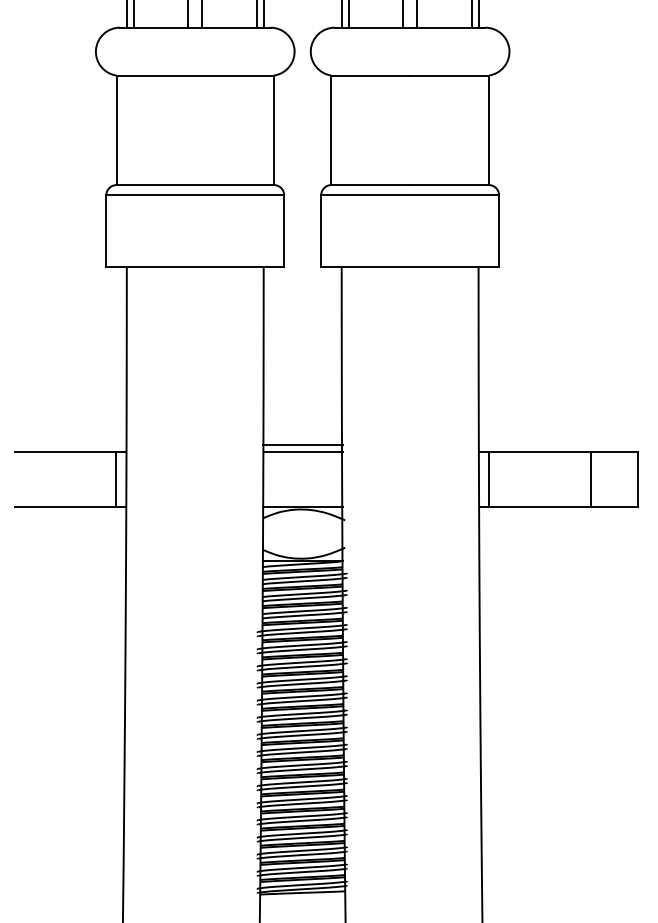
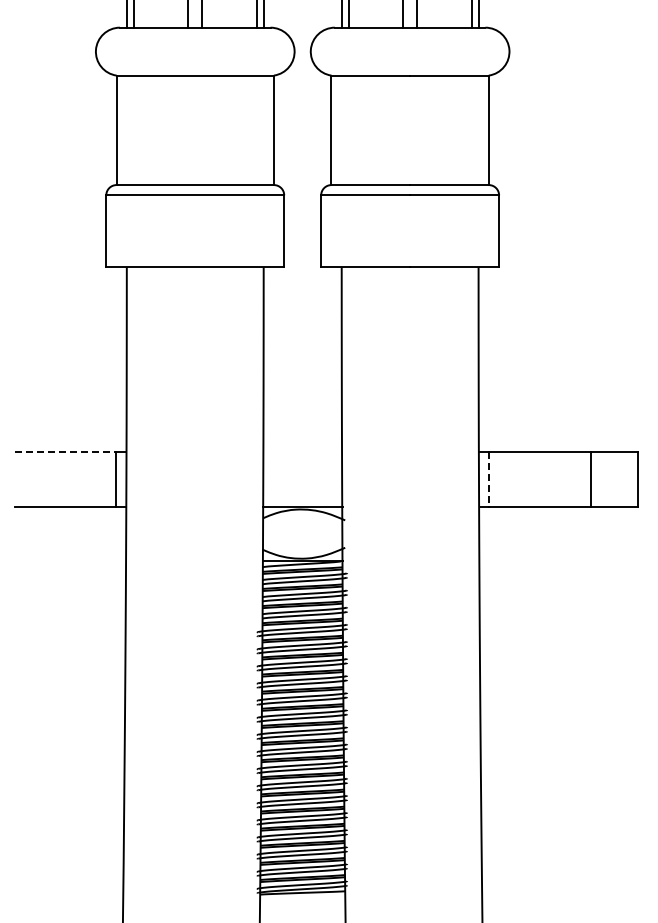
line at (302, 445): present -> none
line at (65, 451): solid -> dashed
line at (303, 451): present -> none
line at (488, 479): solid -> dashed
